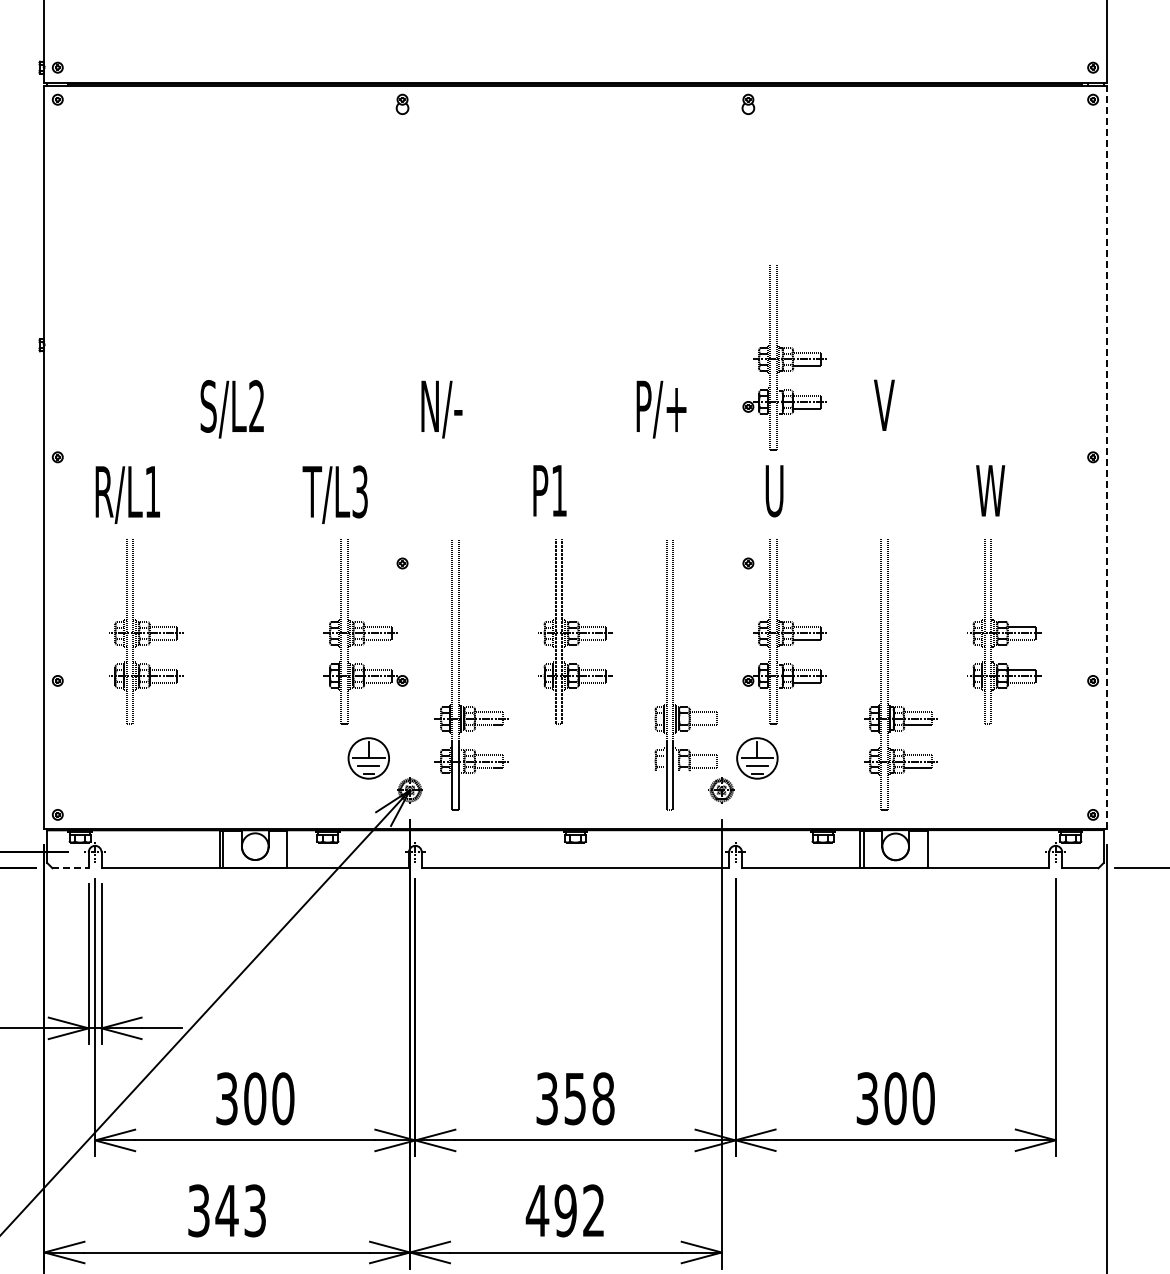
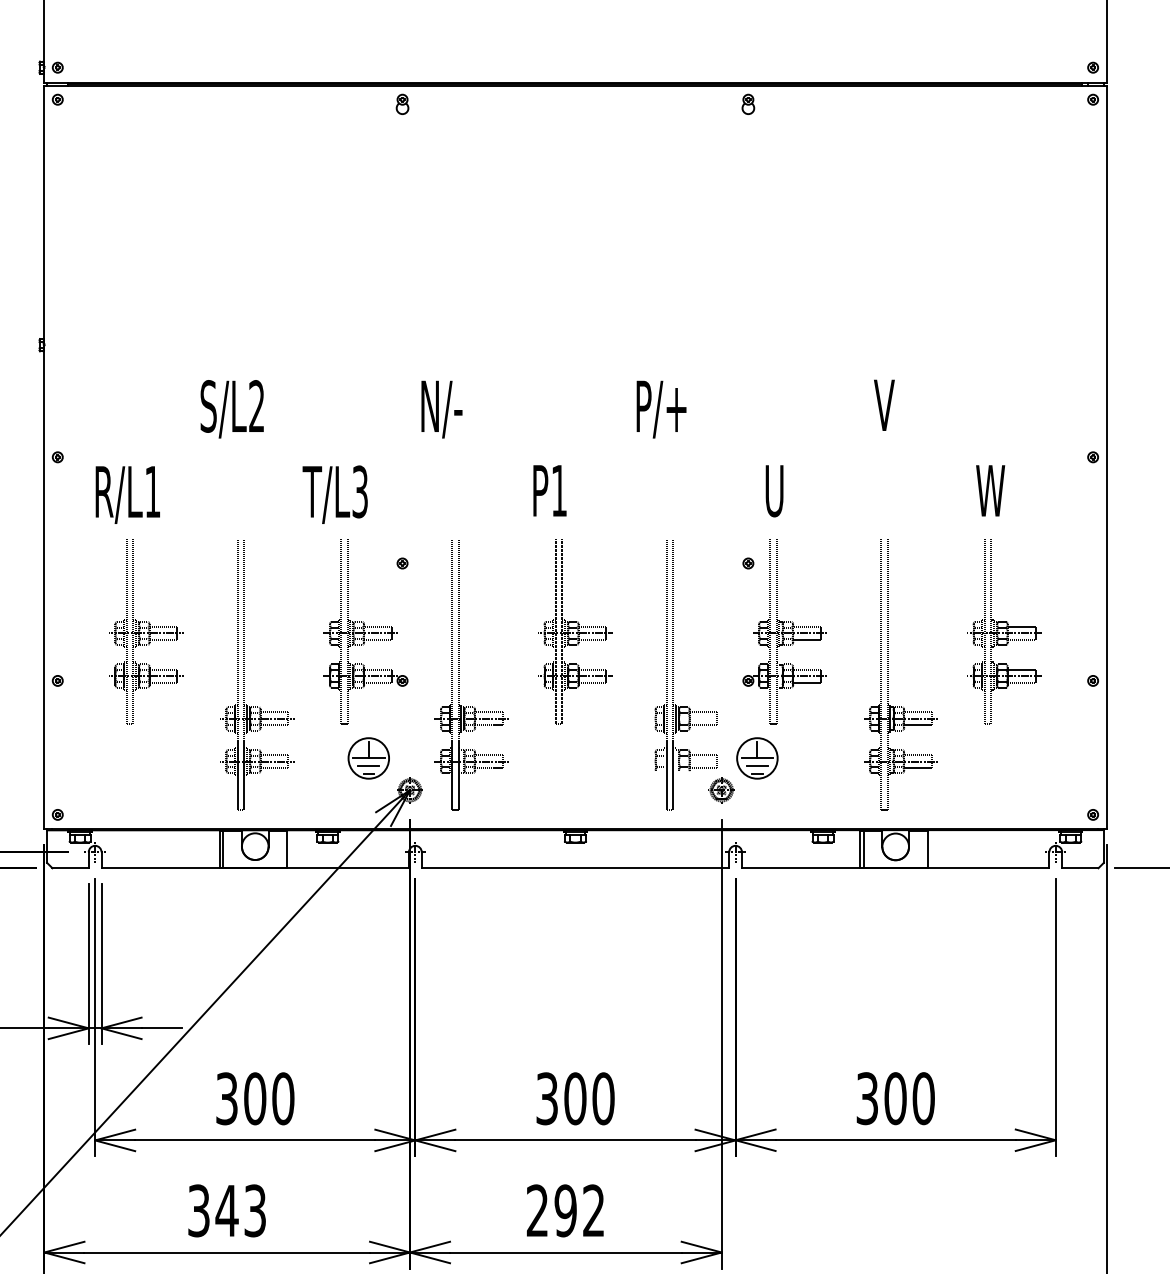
part at (784, 357): present -> none
line at (1106, 456): dashed -> solid
part at (244, 674): none -> present
line at (71, 868): dashed -> solid
text at (589, 1098): 358 -> 300
text at (537, 1210): 492 -> 292
